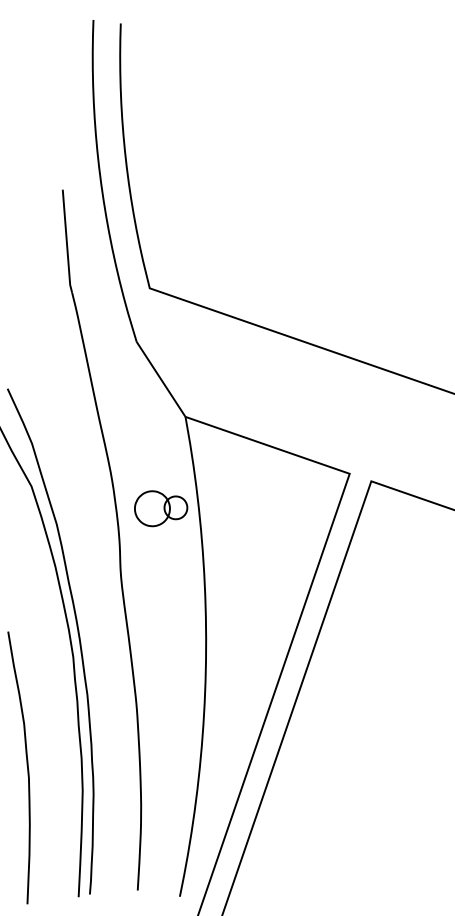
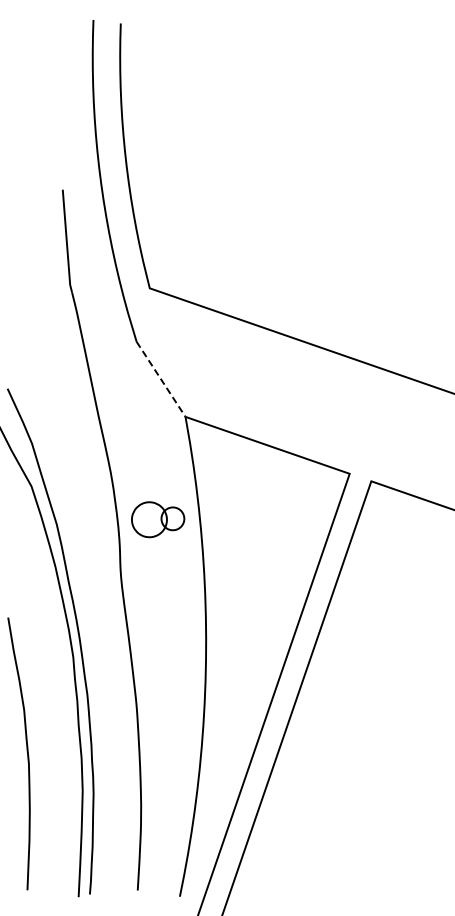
line at (161, 379): solid -> dashed
part at (161, 508) position: (161, 508) -> (158, 519)
curve at (26, 765) position: (26, 765) -> (26, 751)
